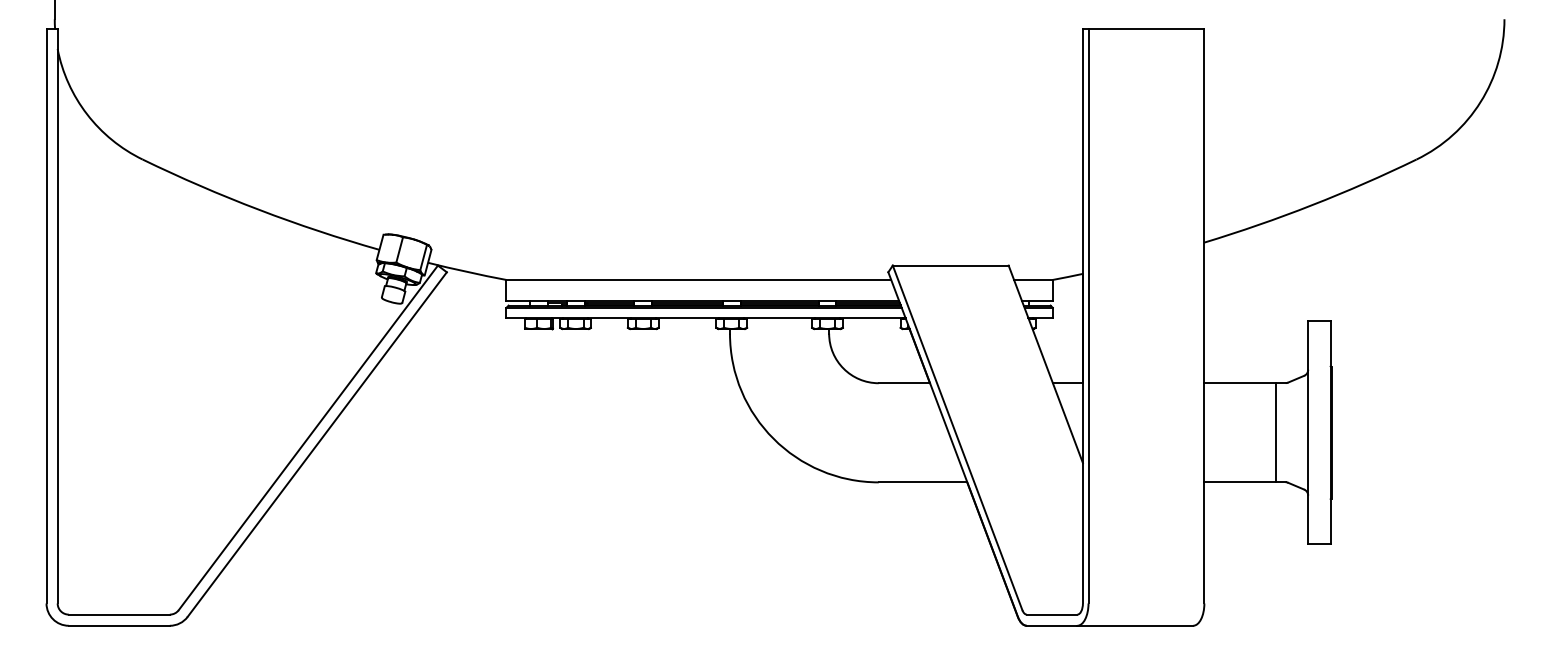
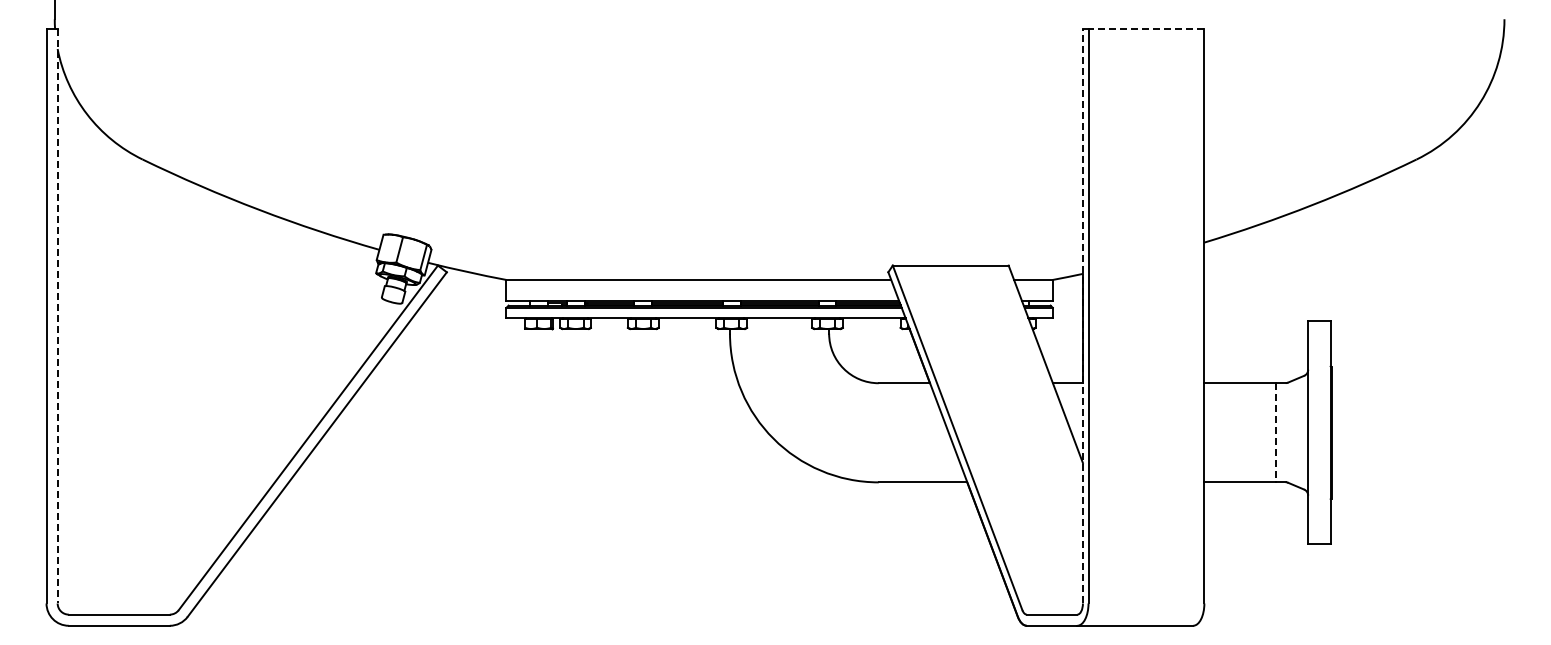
line at (1146, 29): solid -> dashed
line at (1082, 315): solid -> dashed
line at (57, 316): solid -> dashed
line at (1275, 432): solid -> dashed
